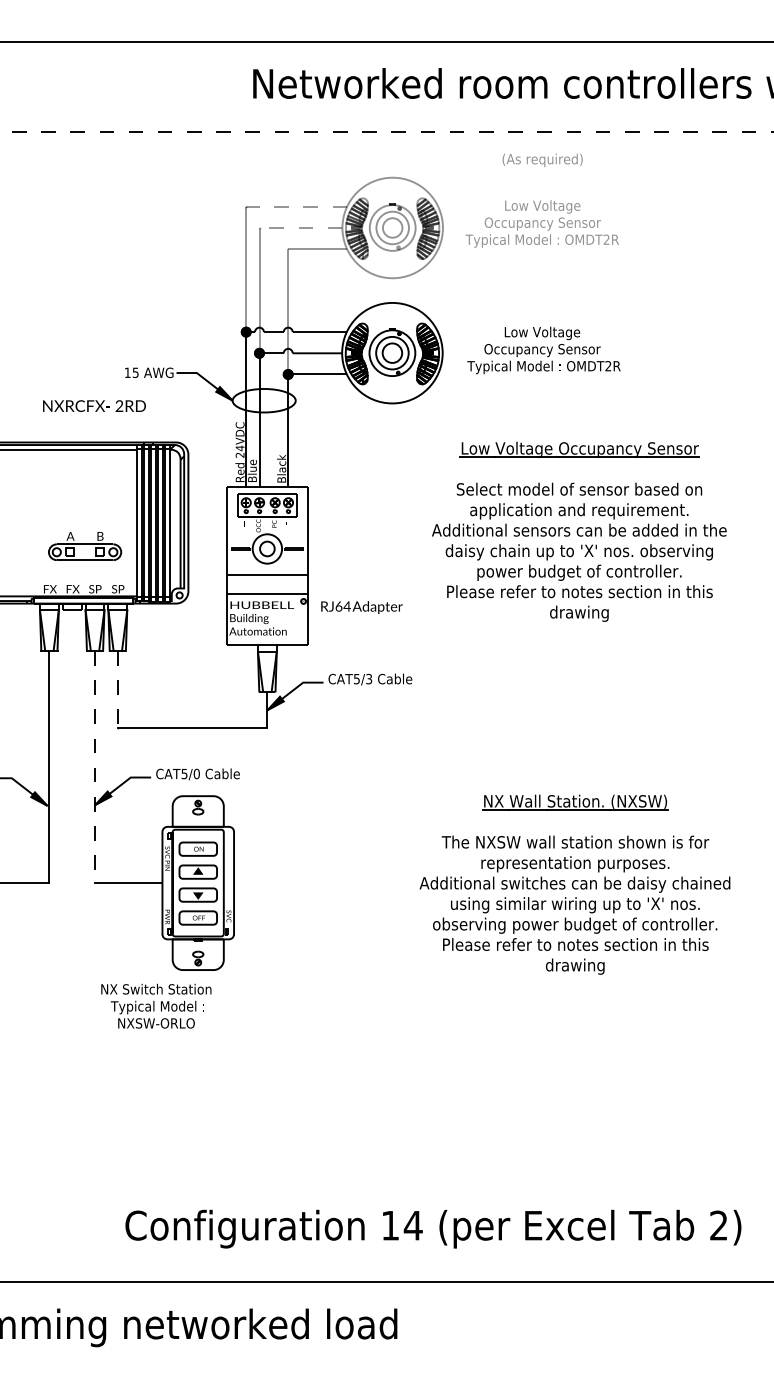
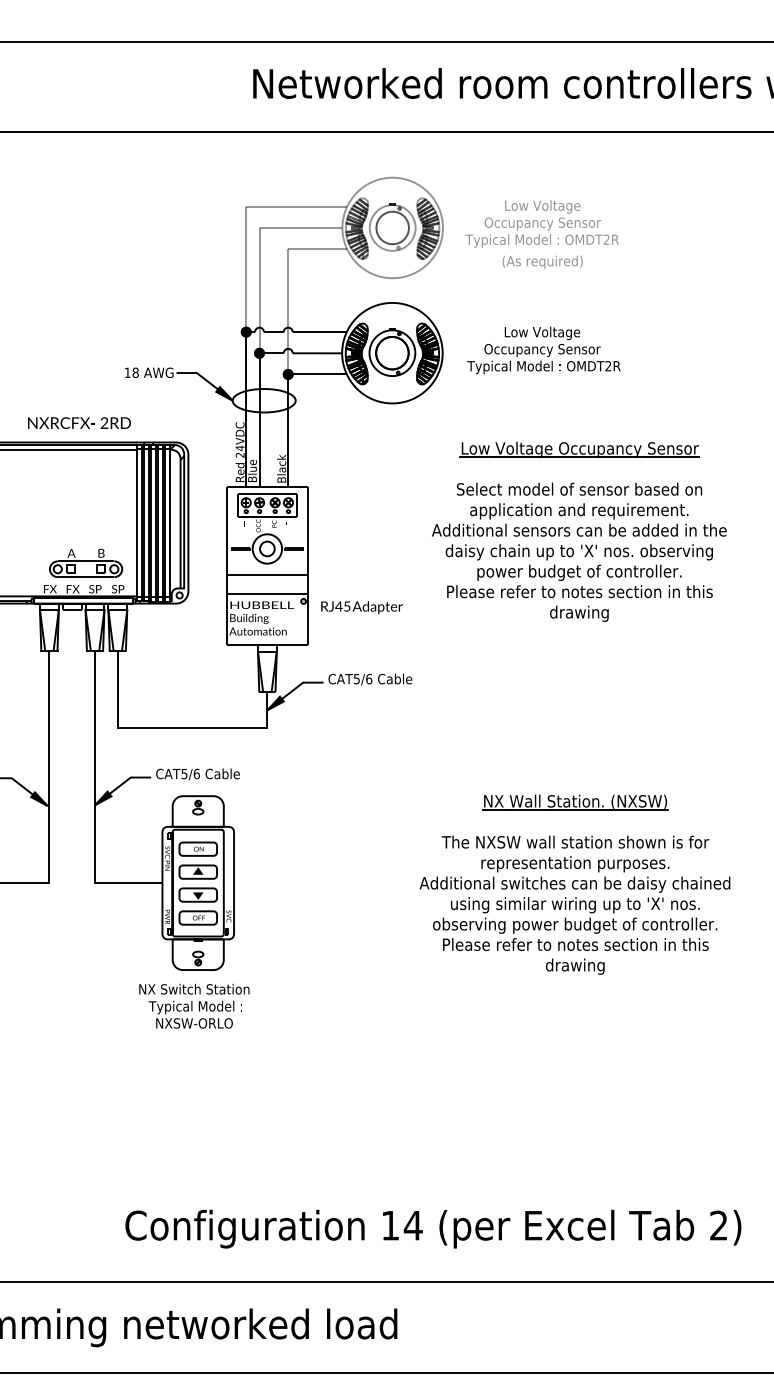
line at (386, 132): dashed -> solid
text at (542, 159) position: (542, 159) -> (542, 261)
line at (296, 206): dashed -> solid
line at (300, 227): dashed -> solid
circle at (392, 227) diameter: 20 px -> 33 px
circle at (392, 352) diameter: 20 px -> 33 px
text at (135, 372): 15 -> 18
text at (94, 405) position: (94, 405) -> (79, 422)
part at (85, 546) position: (85, 546) -> (86, 563)
text at (342, 606): RJ64 -> RJ45
text at (369, 678): CAT5/3 -> CAT5/6
line at (117, 690): dashed -> solid
line at (95, 767): dashed -> solid
text at (196, 773): CAT5/0 -> CAT5/6
text at (156, 1005) position: (156, 1005) -> (194, 1005)
line at (386, 1372): none -> present
